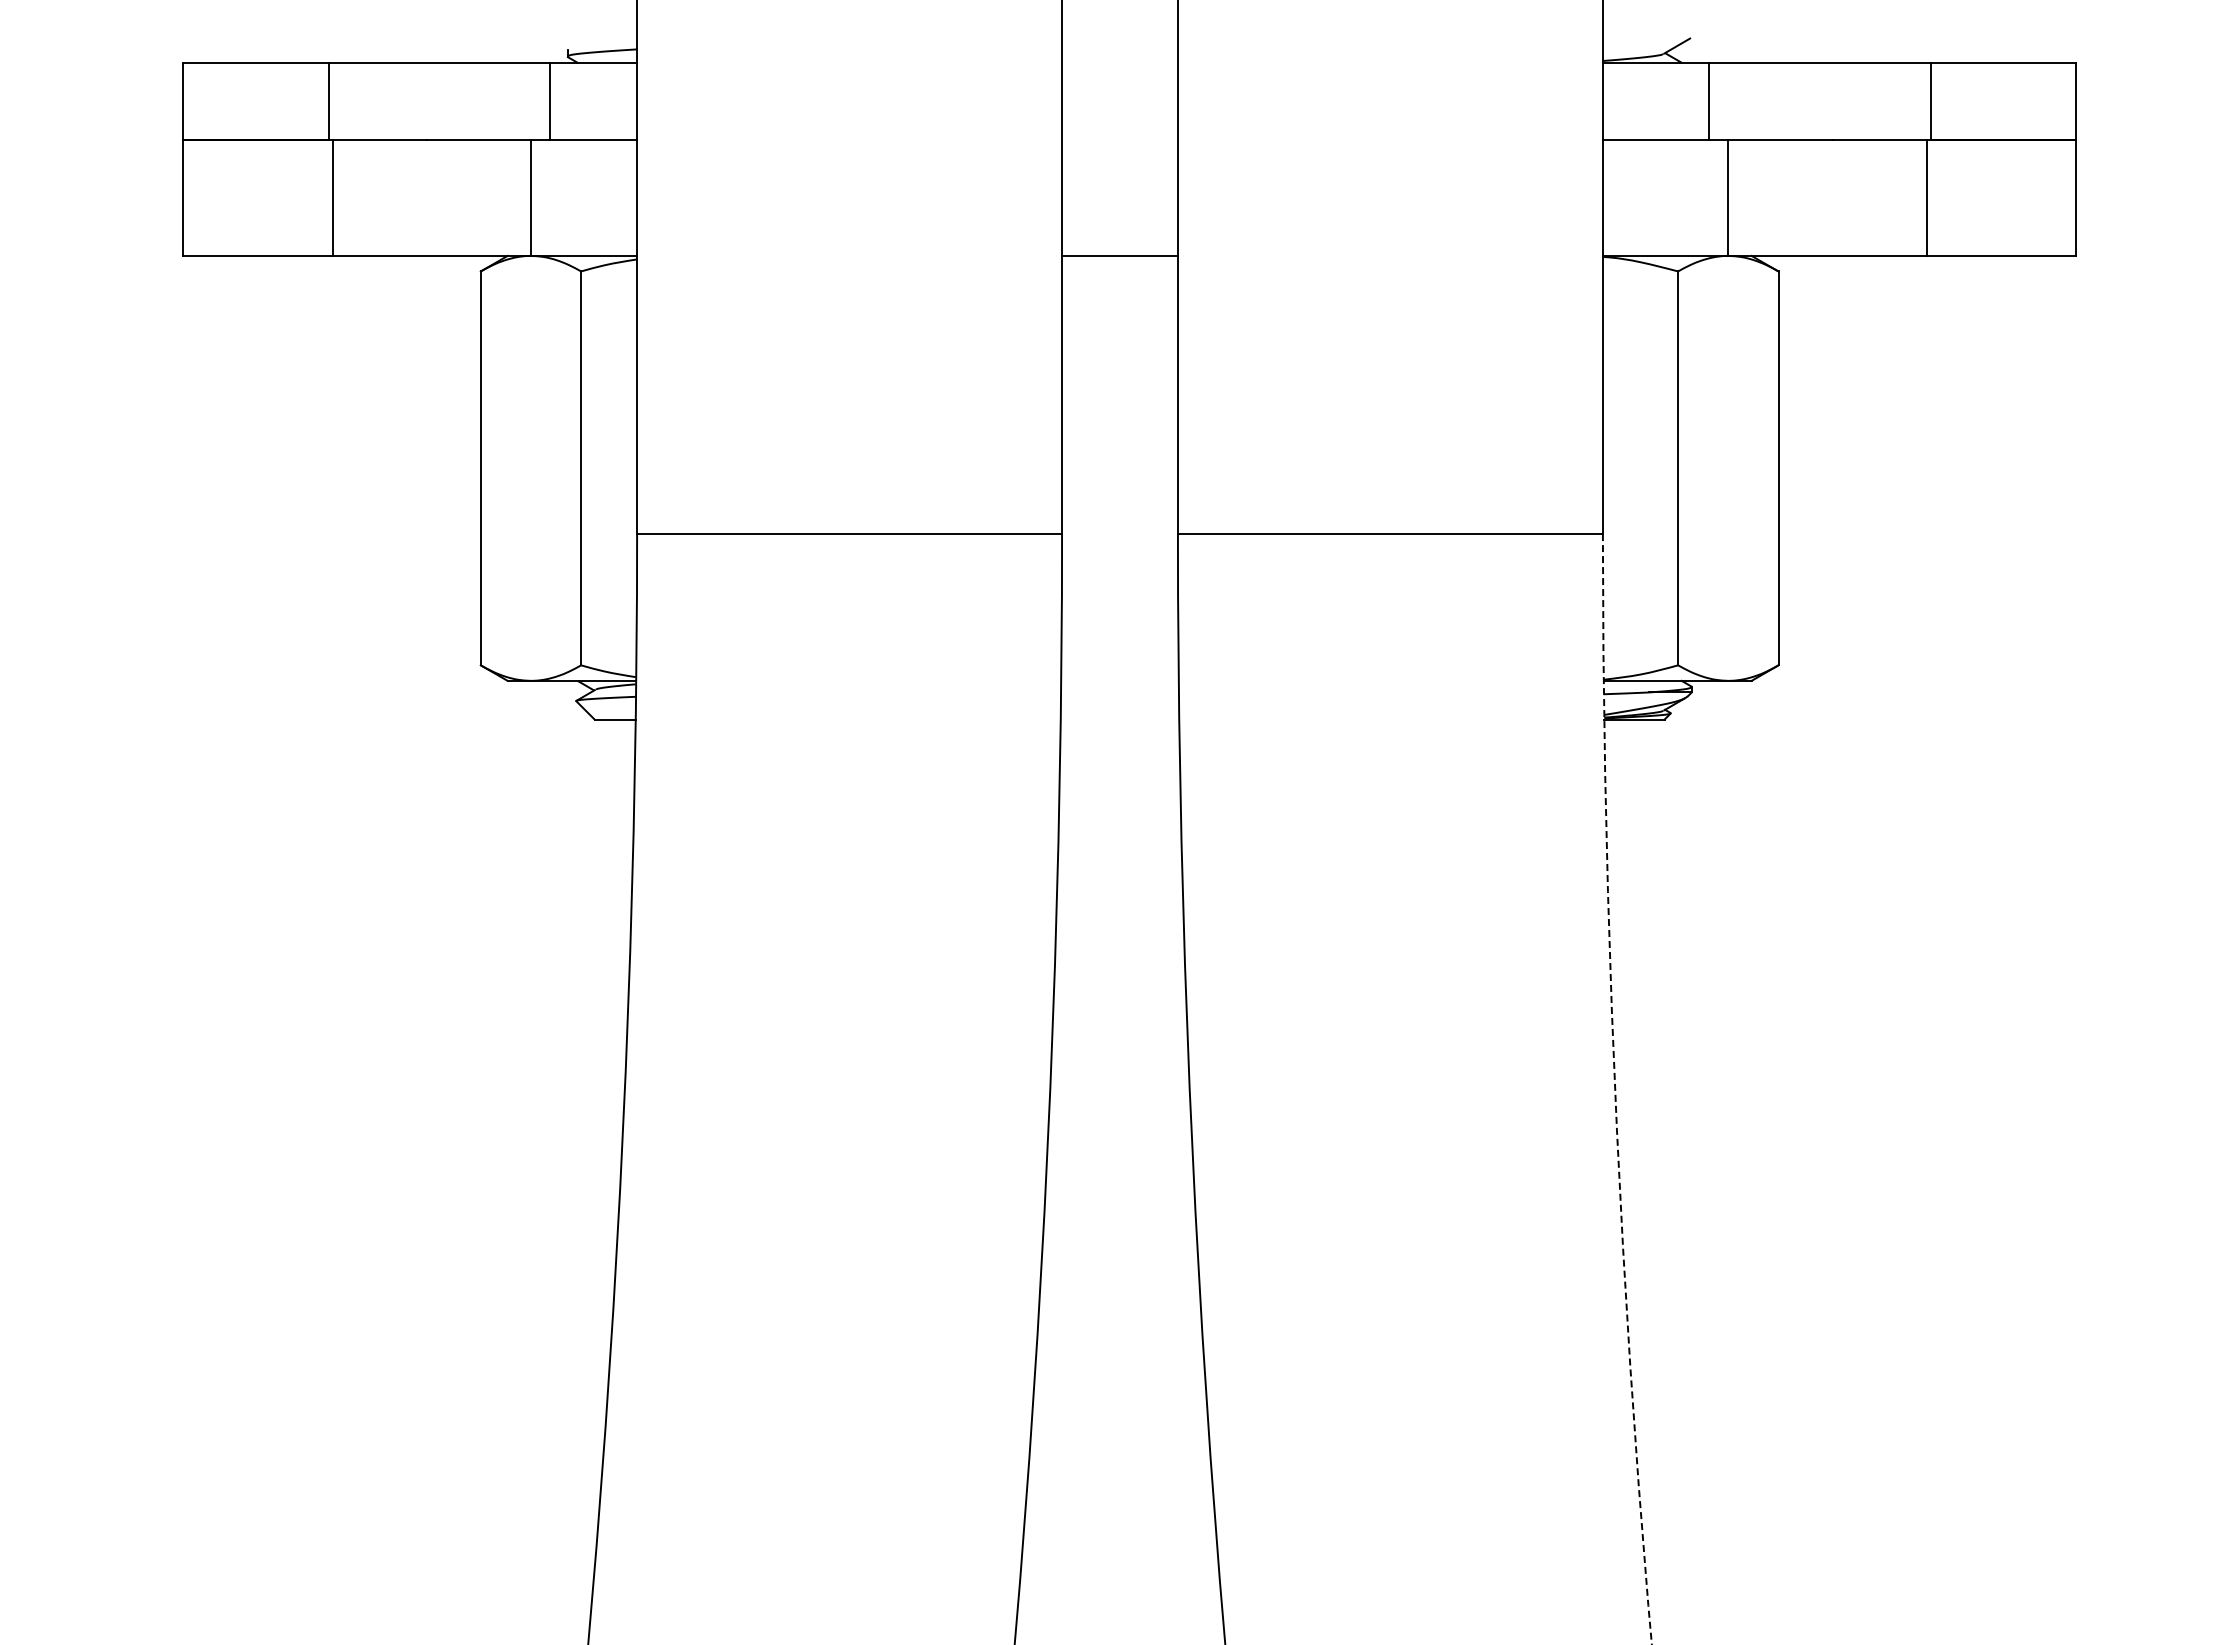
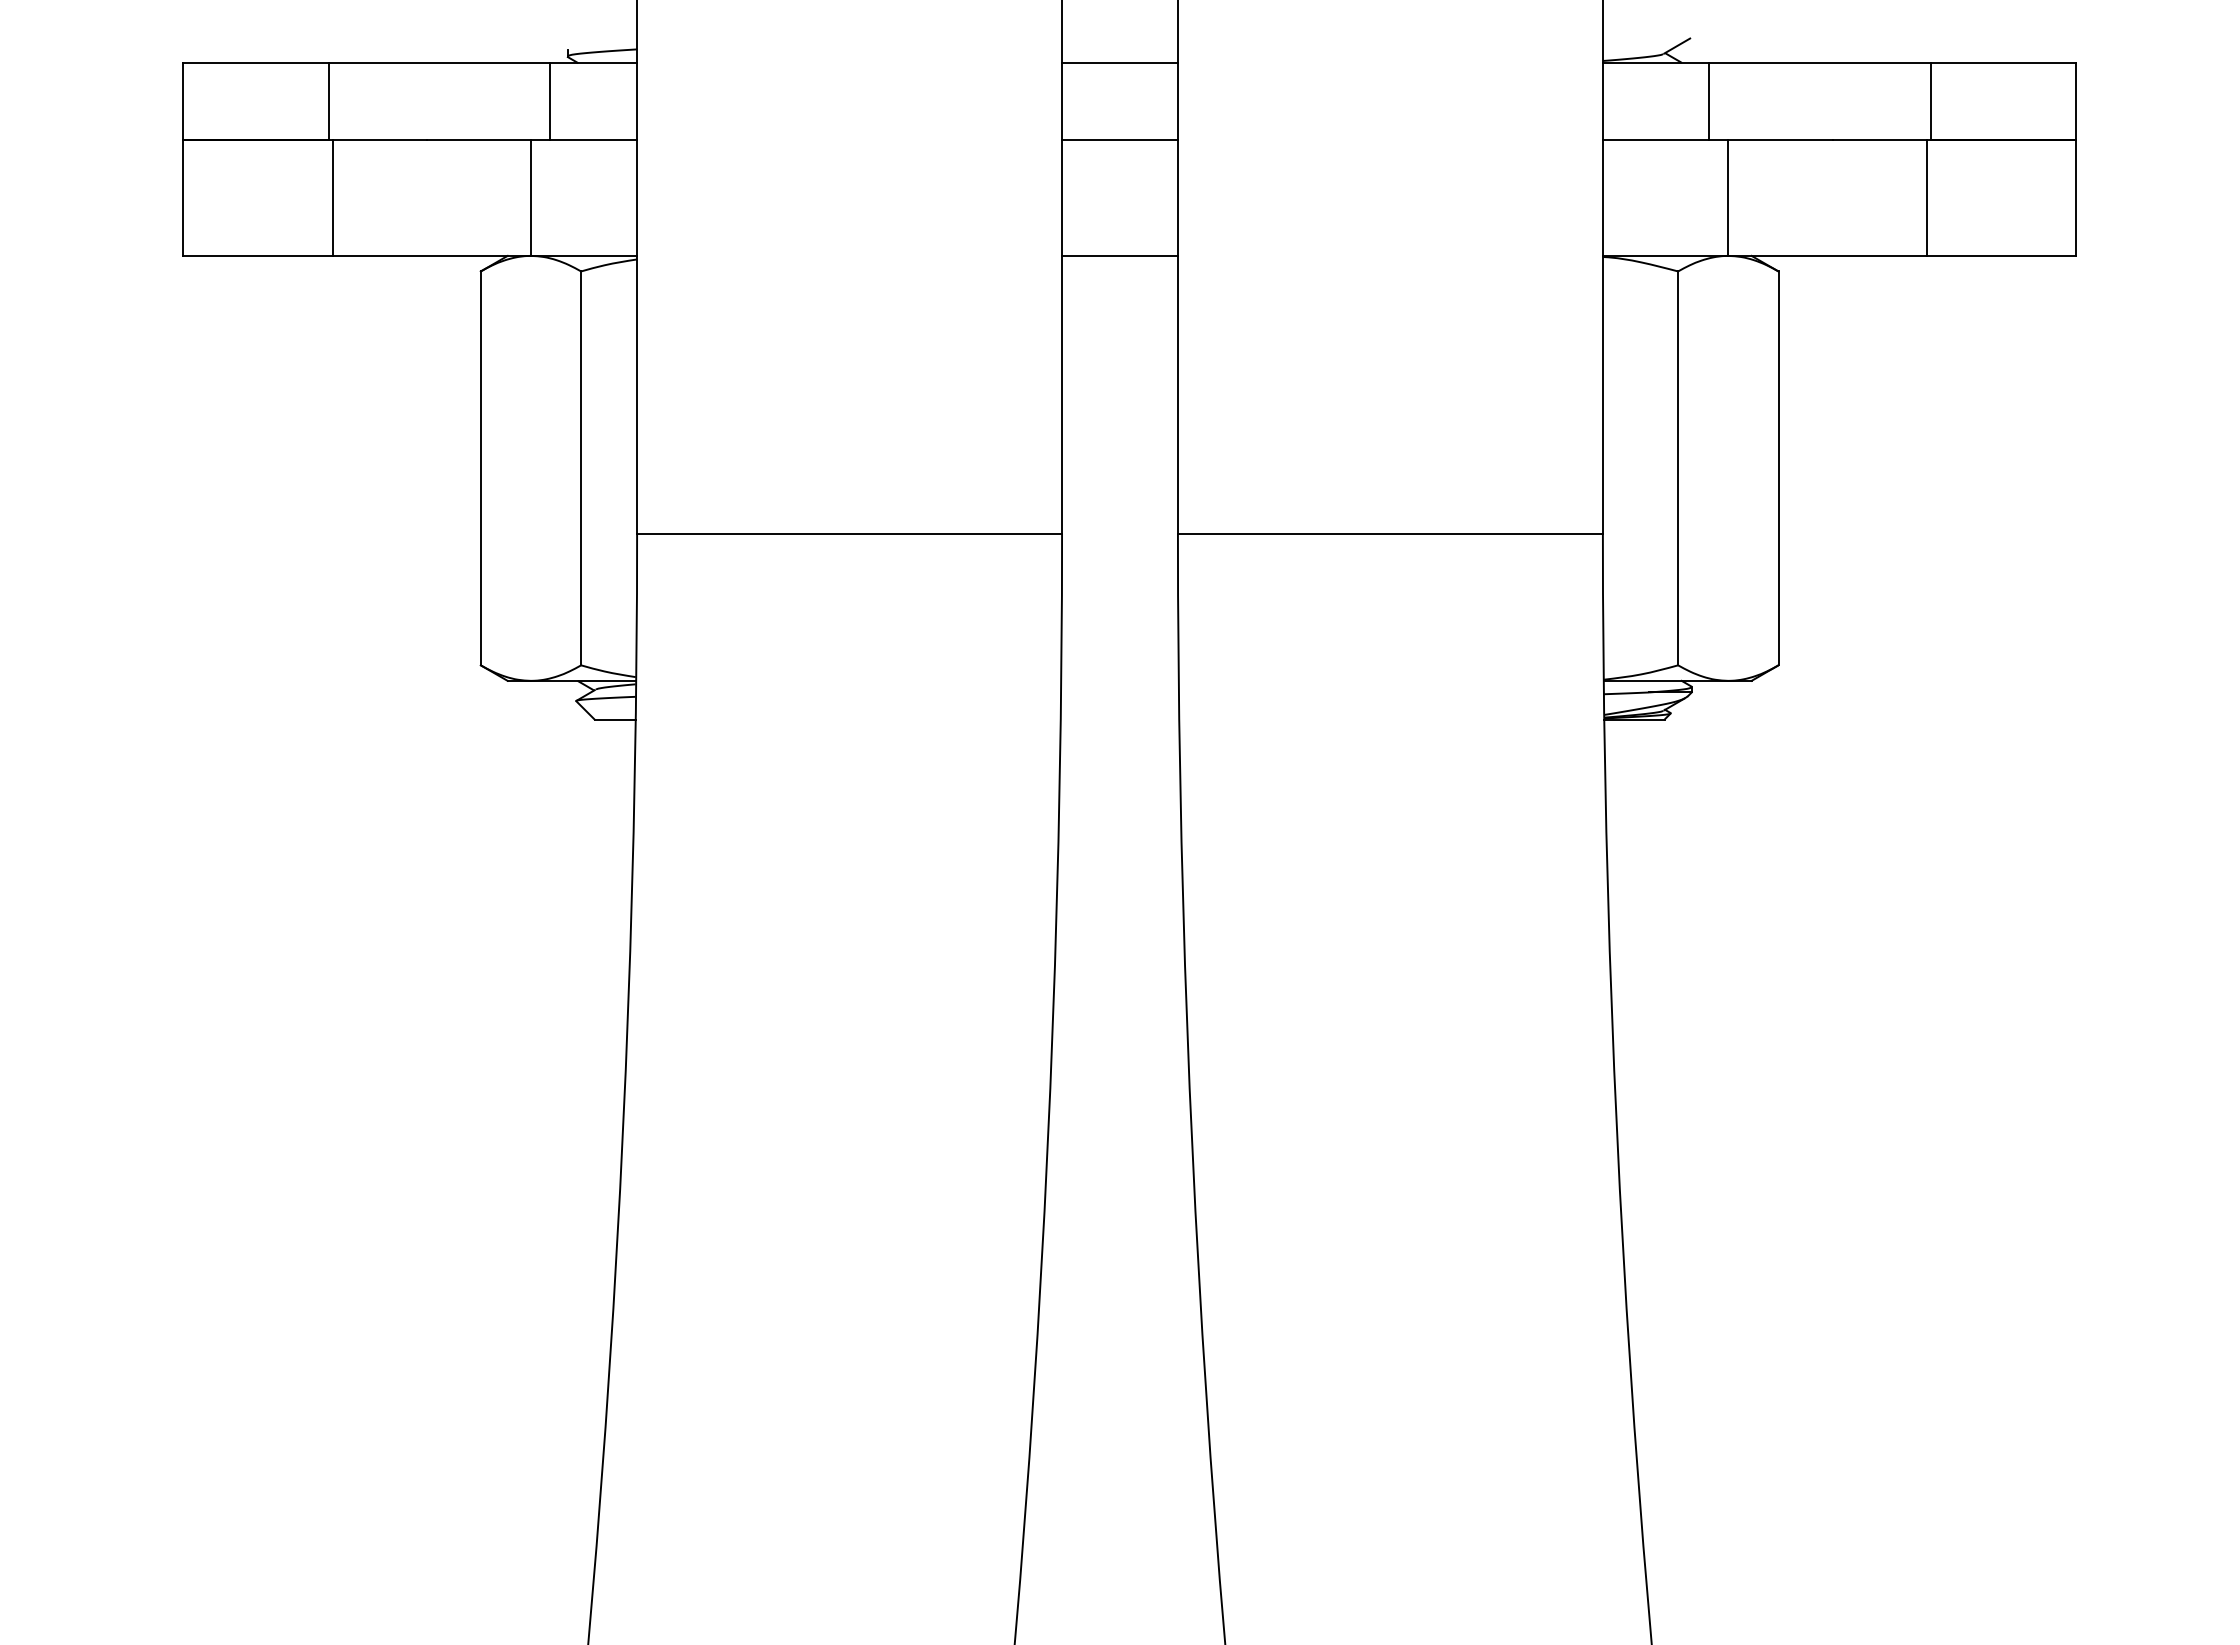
line at (1119, 62): none -> present
line at (1119, 140): none -> present
arc at (1615, 1090): dashed -> solid
